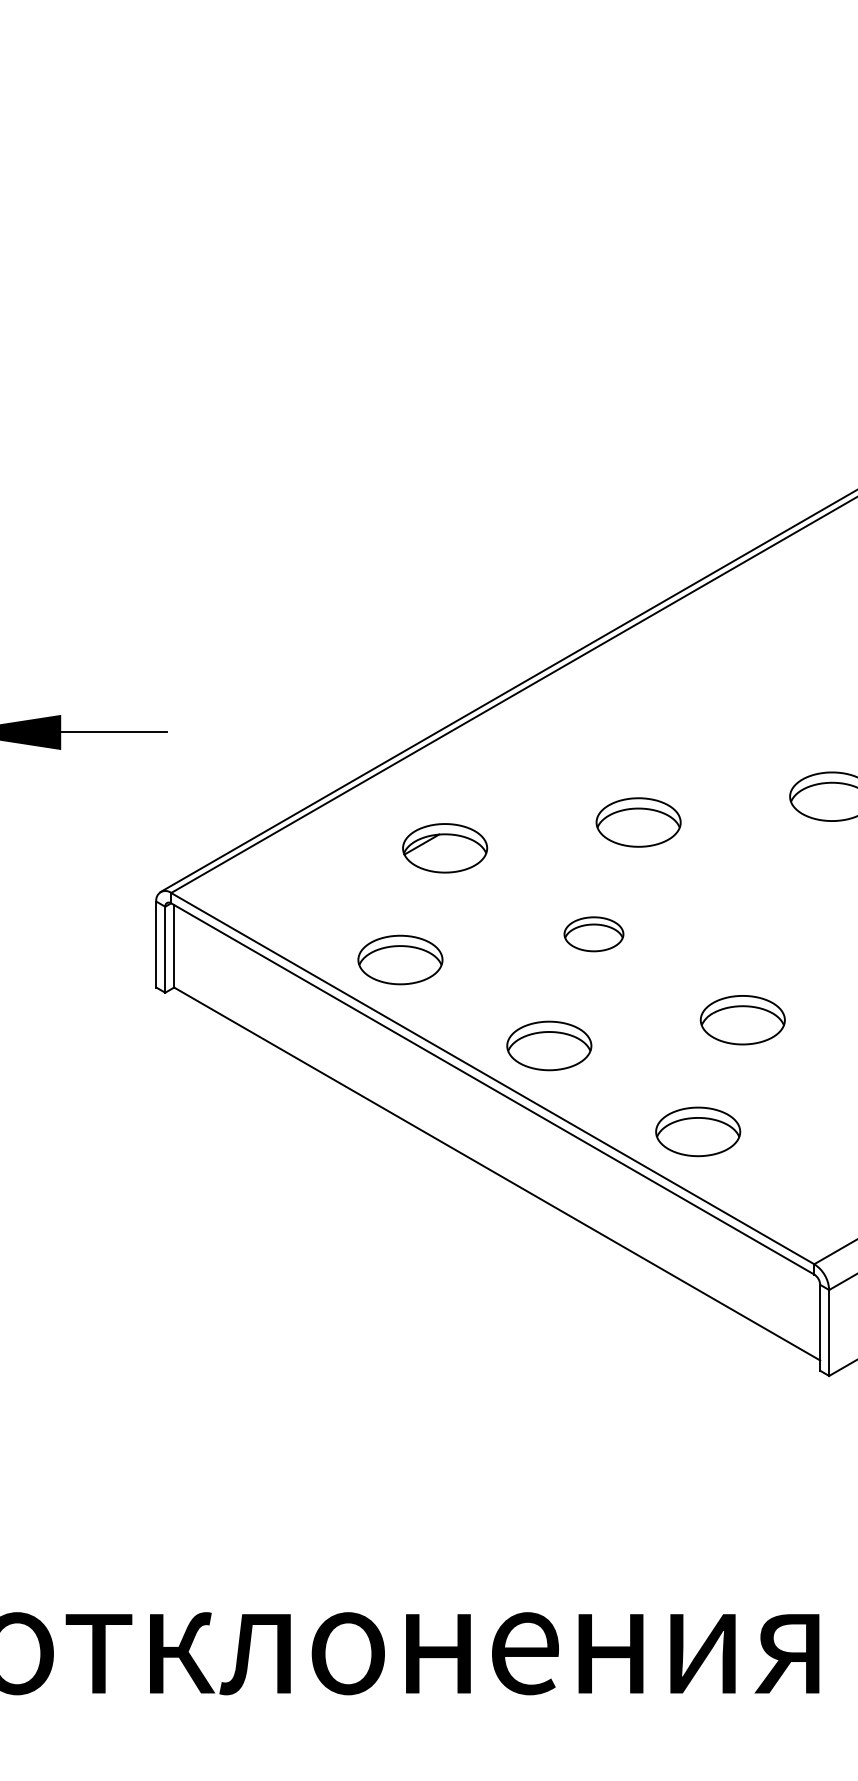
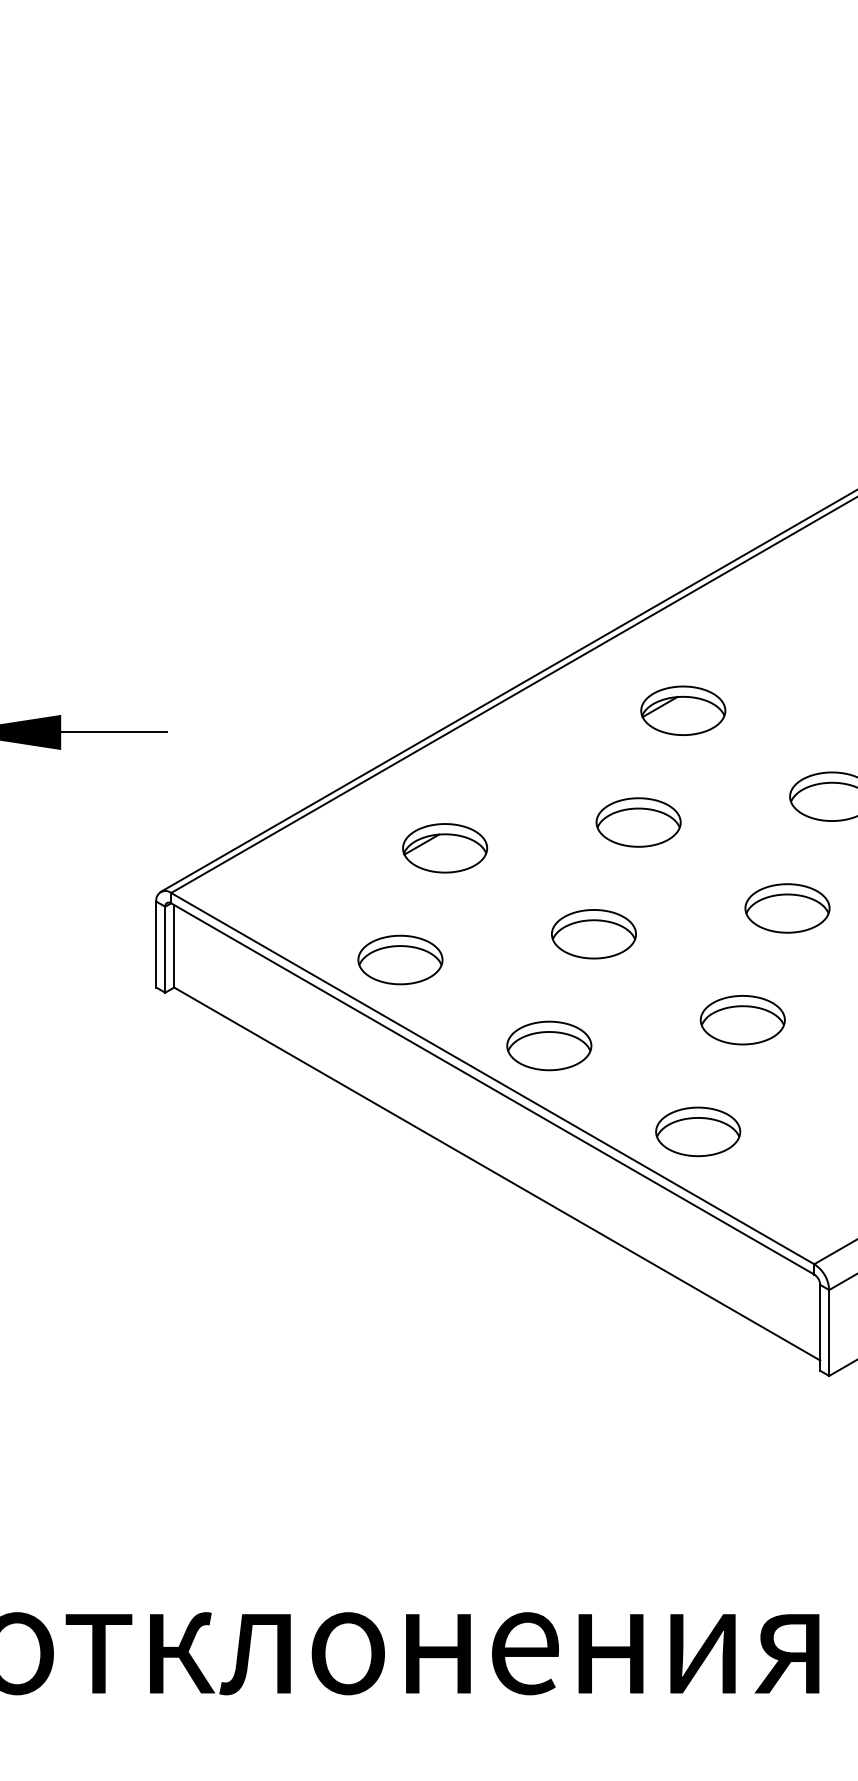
part at (683, 710): none -> present
part at (787, 908): none -> present
part at (593, 934) size: 62x37 px -> 86x51 px
